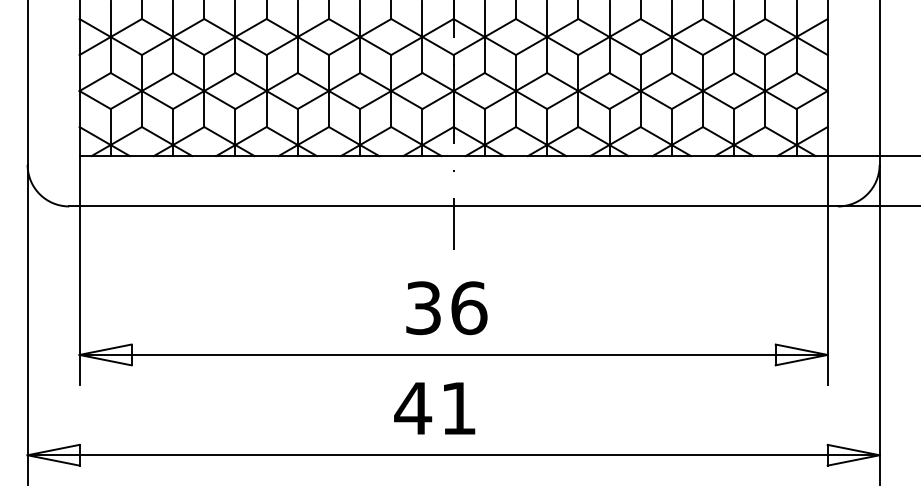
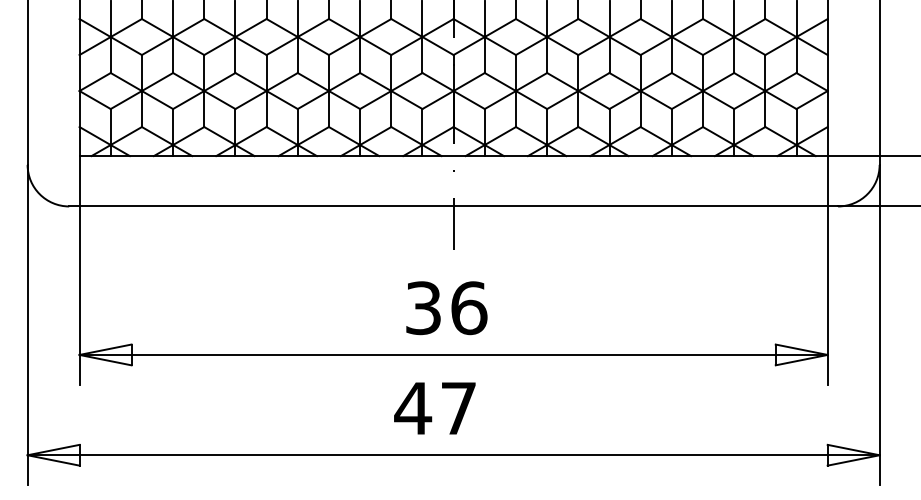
text at (458, 408): 41 -> 47
